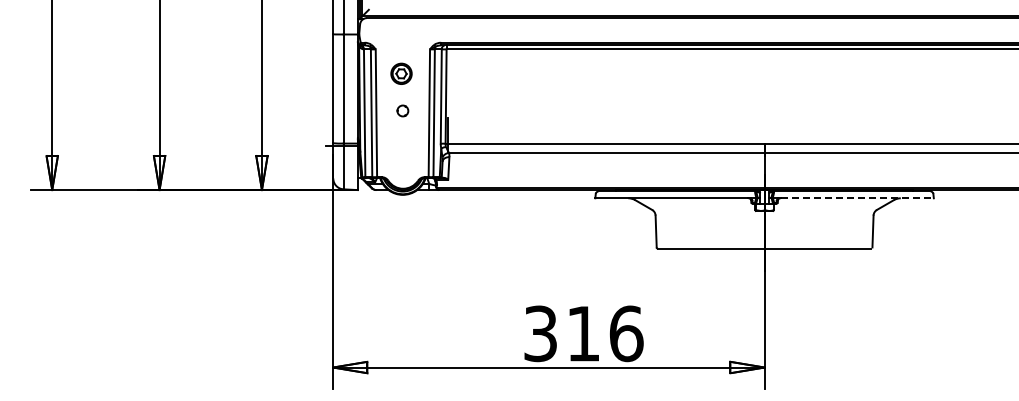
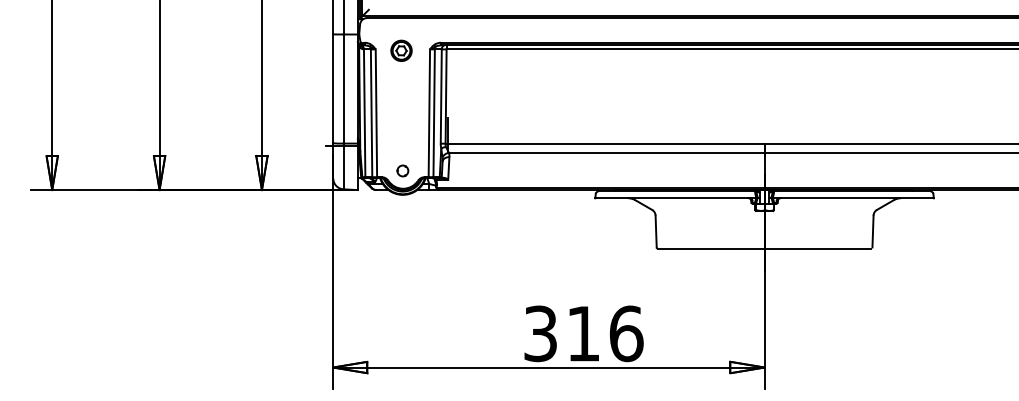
part at (401, 73) position: (401, 73) -> (401, 50)
part at (402, 110) position: (402, 110) -> (402, 170)
line at (857, 198): dashed -> solid
